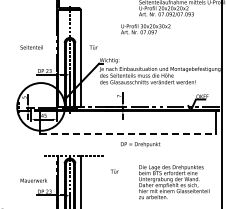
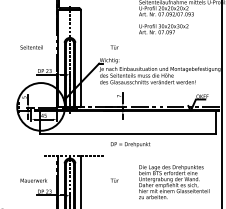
text at (145, 29) position: (145, 29) -> (163, 29)
text at (93, 47) position: (93, 47) -> (114, 47)
line at (128, 133): dashed -> solid
text at (140, 144) position: (140, 144) -> (130, 144)
text at (114, 171) position: (114, 171) -> (114, 180)
